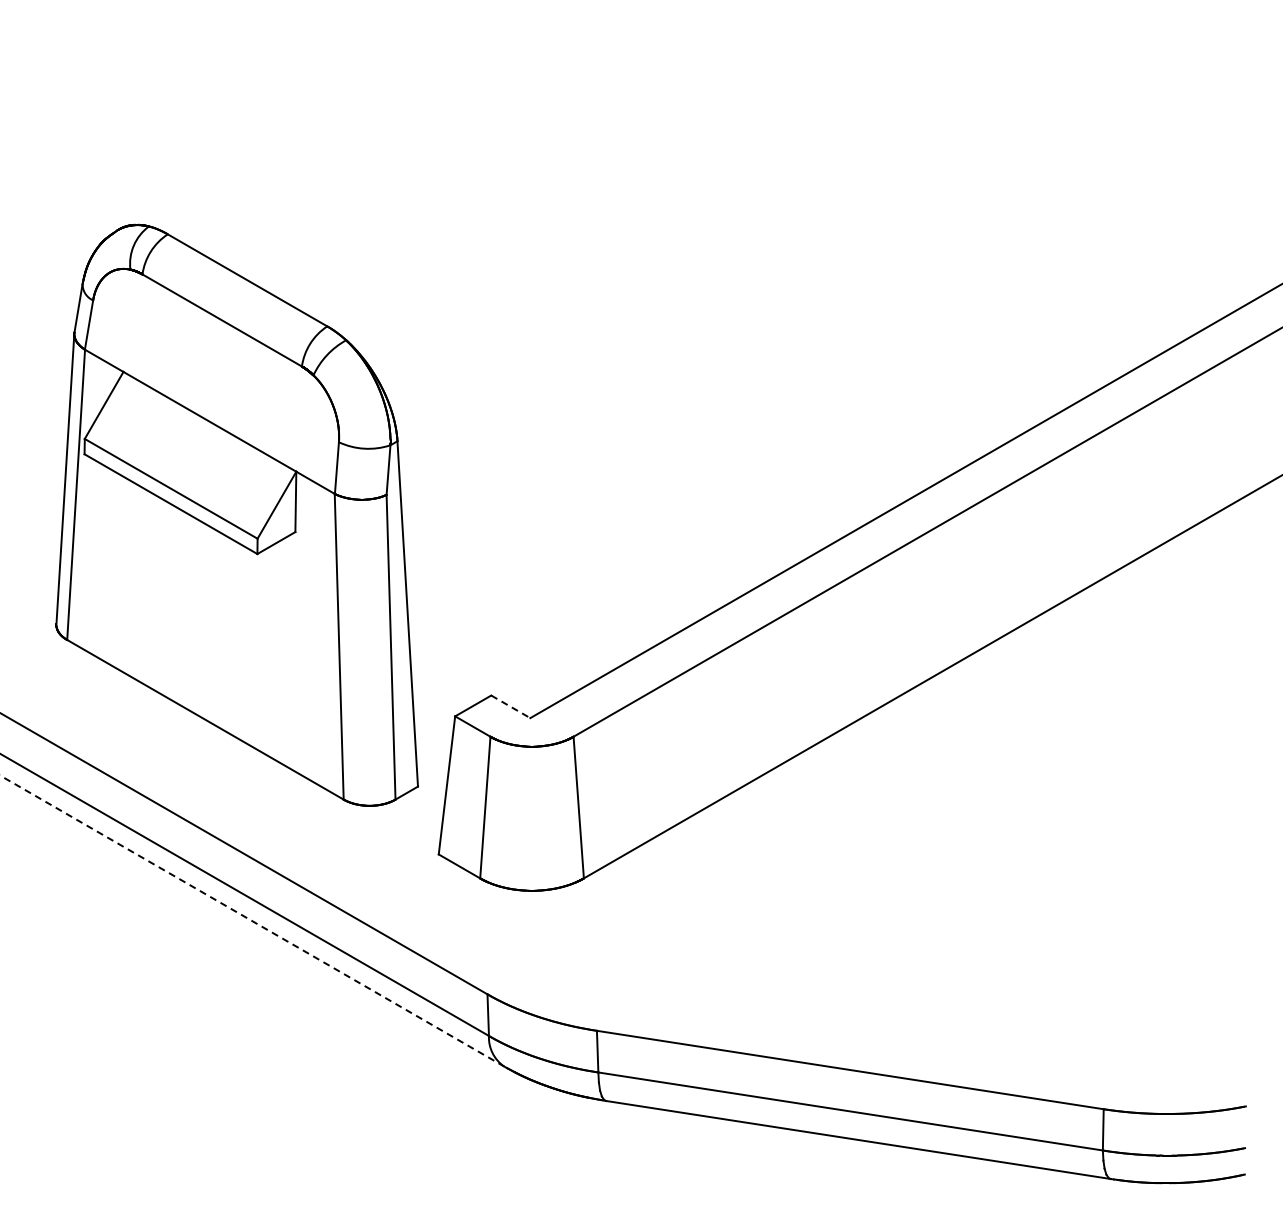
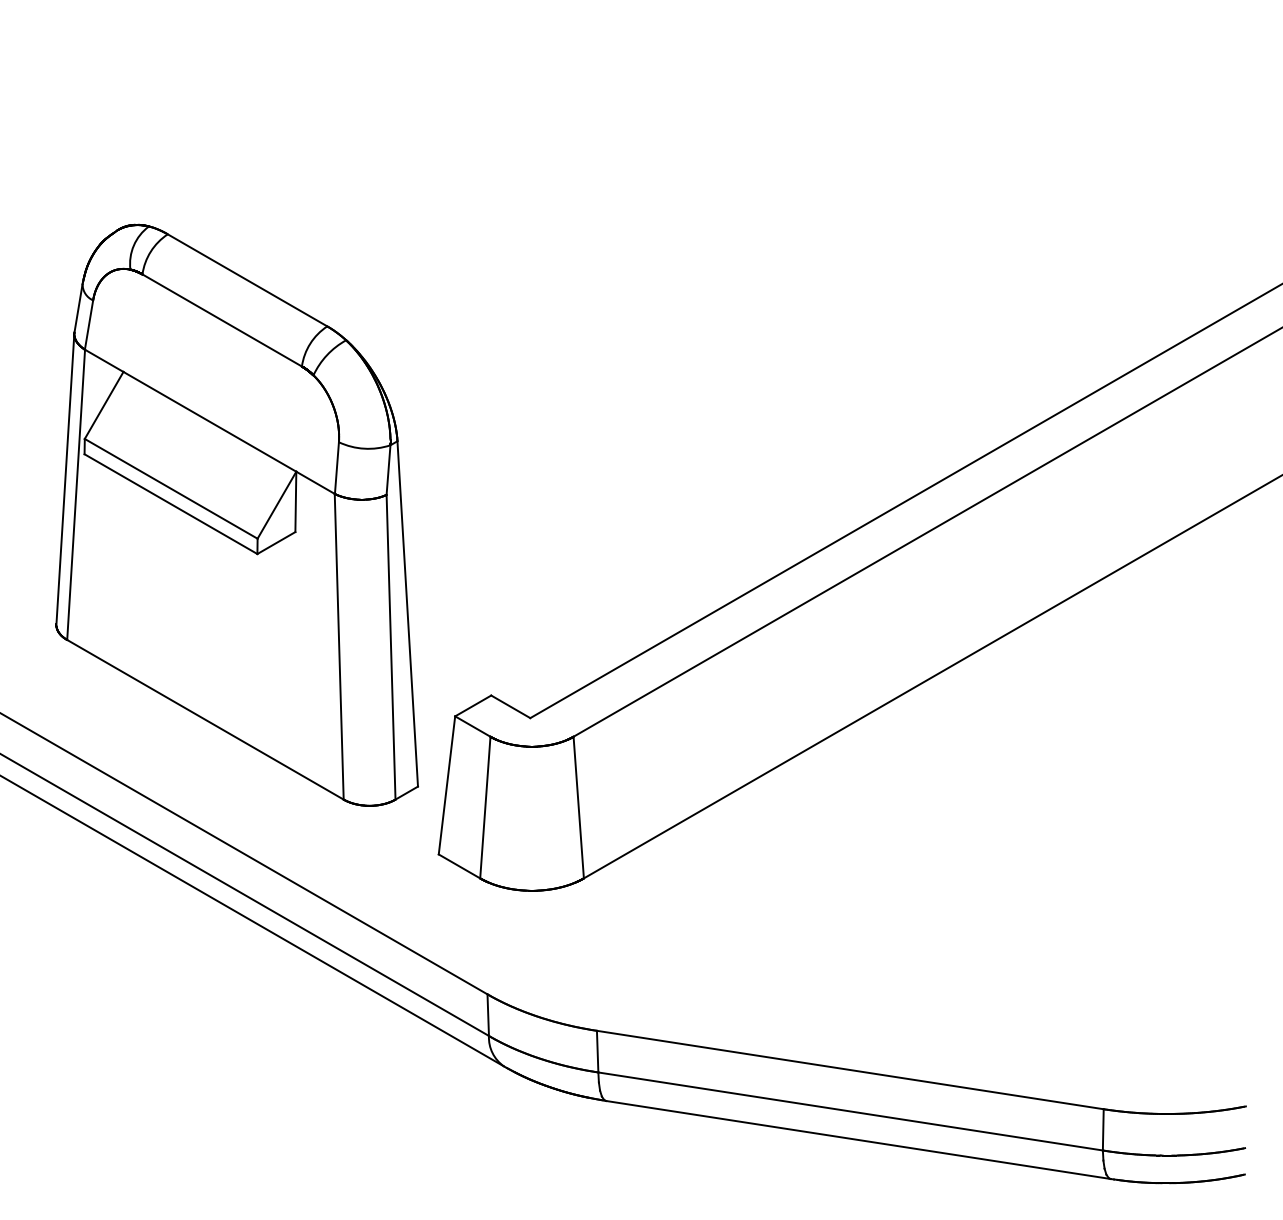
line at (510, 706): dashed -> solid
line at (252, 920): dashed -> solid
